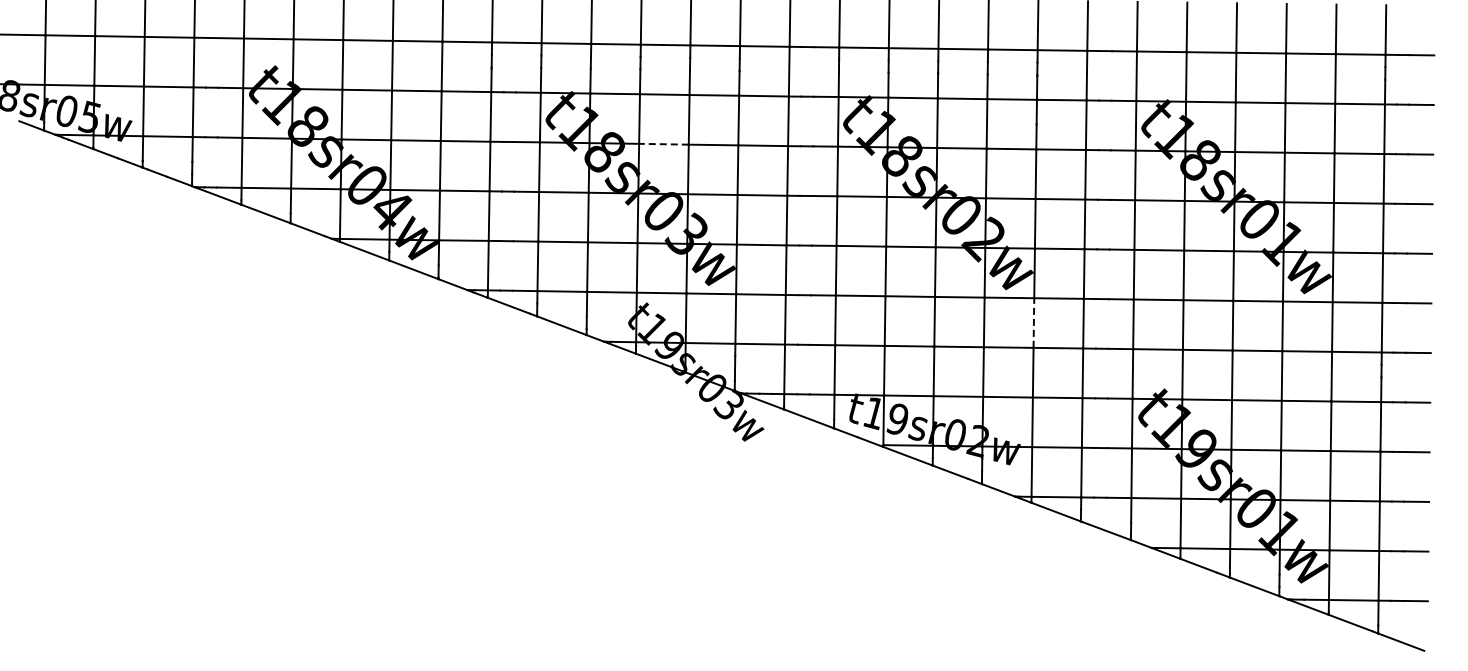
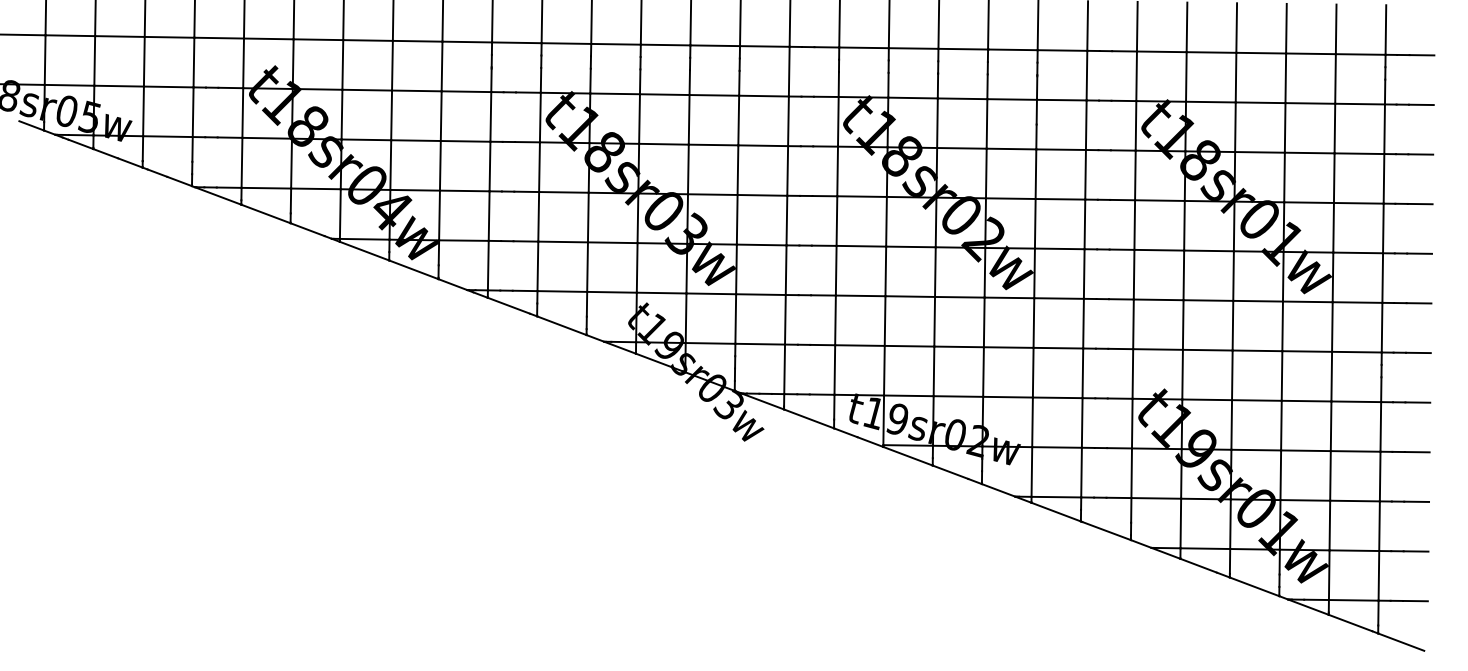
line at (663, 144): dashed -> solid
line at (1033, 323): dashed -> solid
